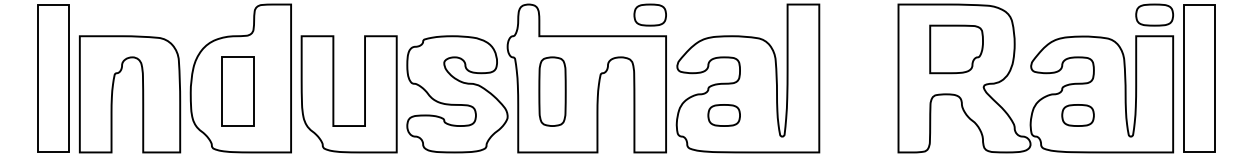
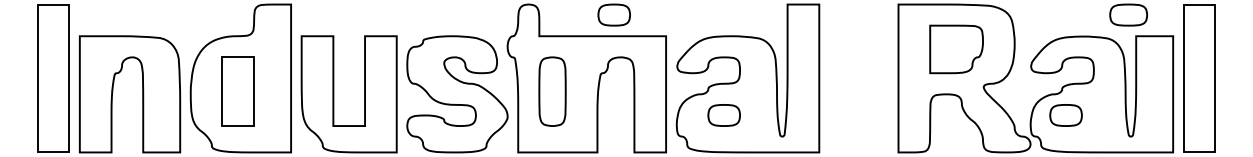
part at (649, 14) position: (649, 14) -> (613, 14)
part at (1154, 14) position: (1154, 14) -> (1128, 14)
part at (1077, 115) position: (1077, 115) -> (1065, 115)
